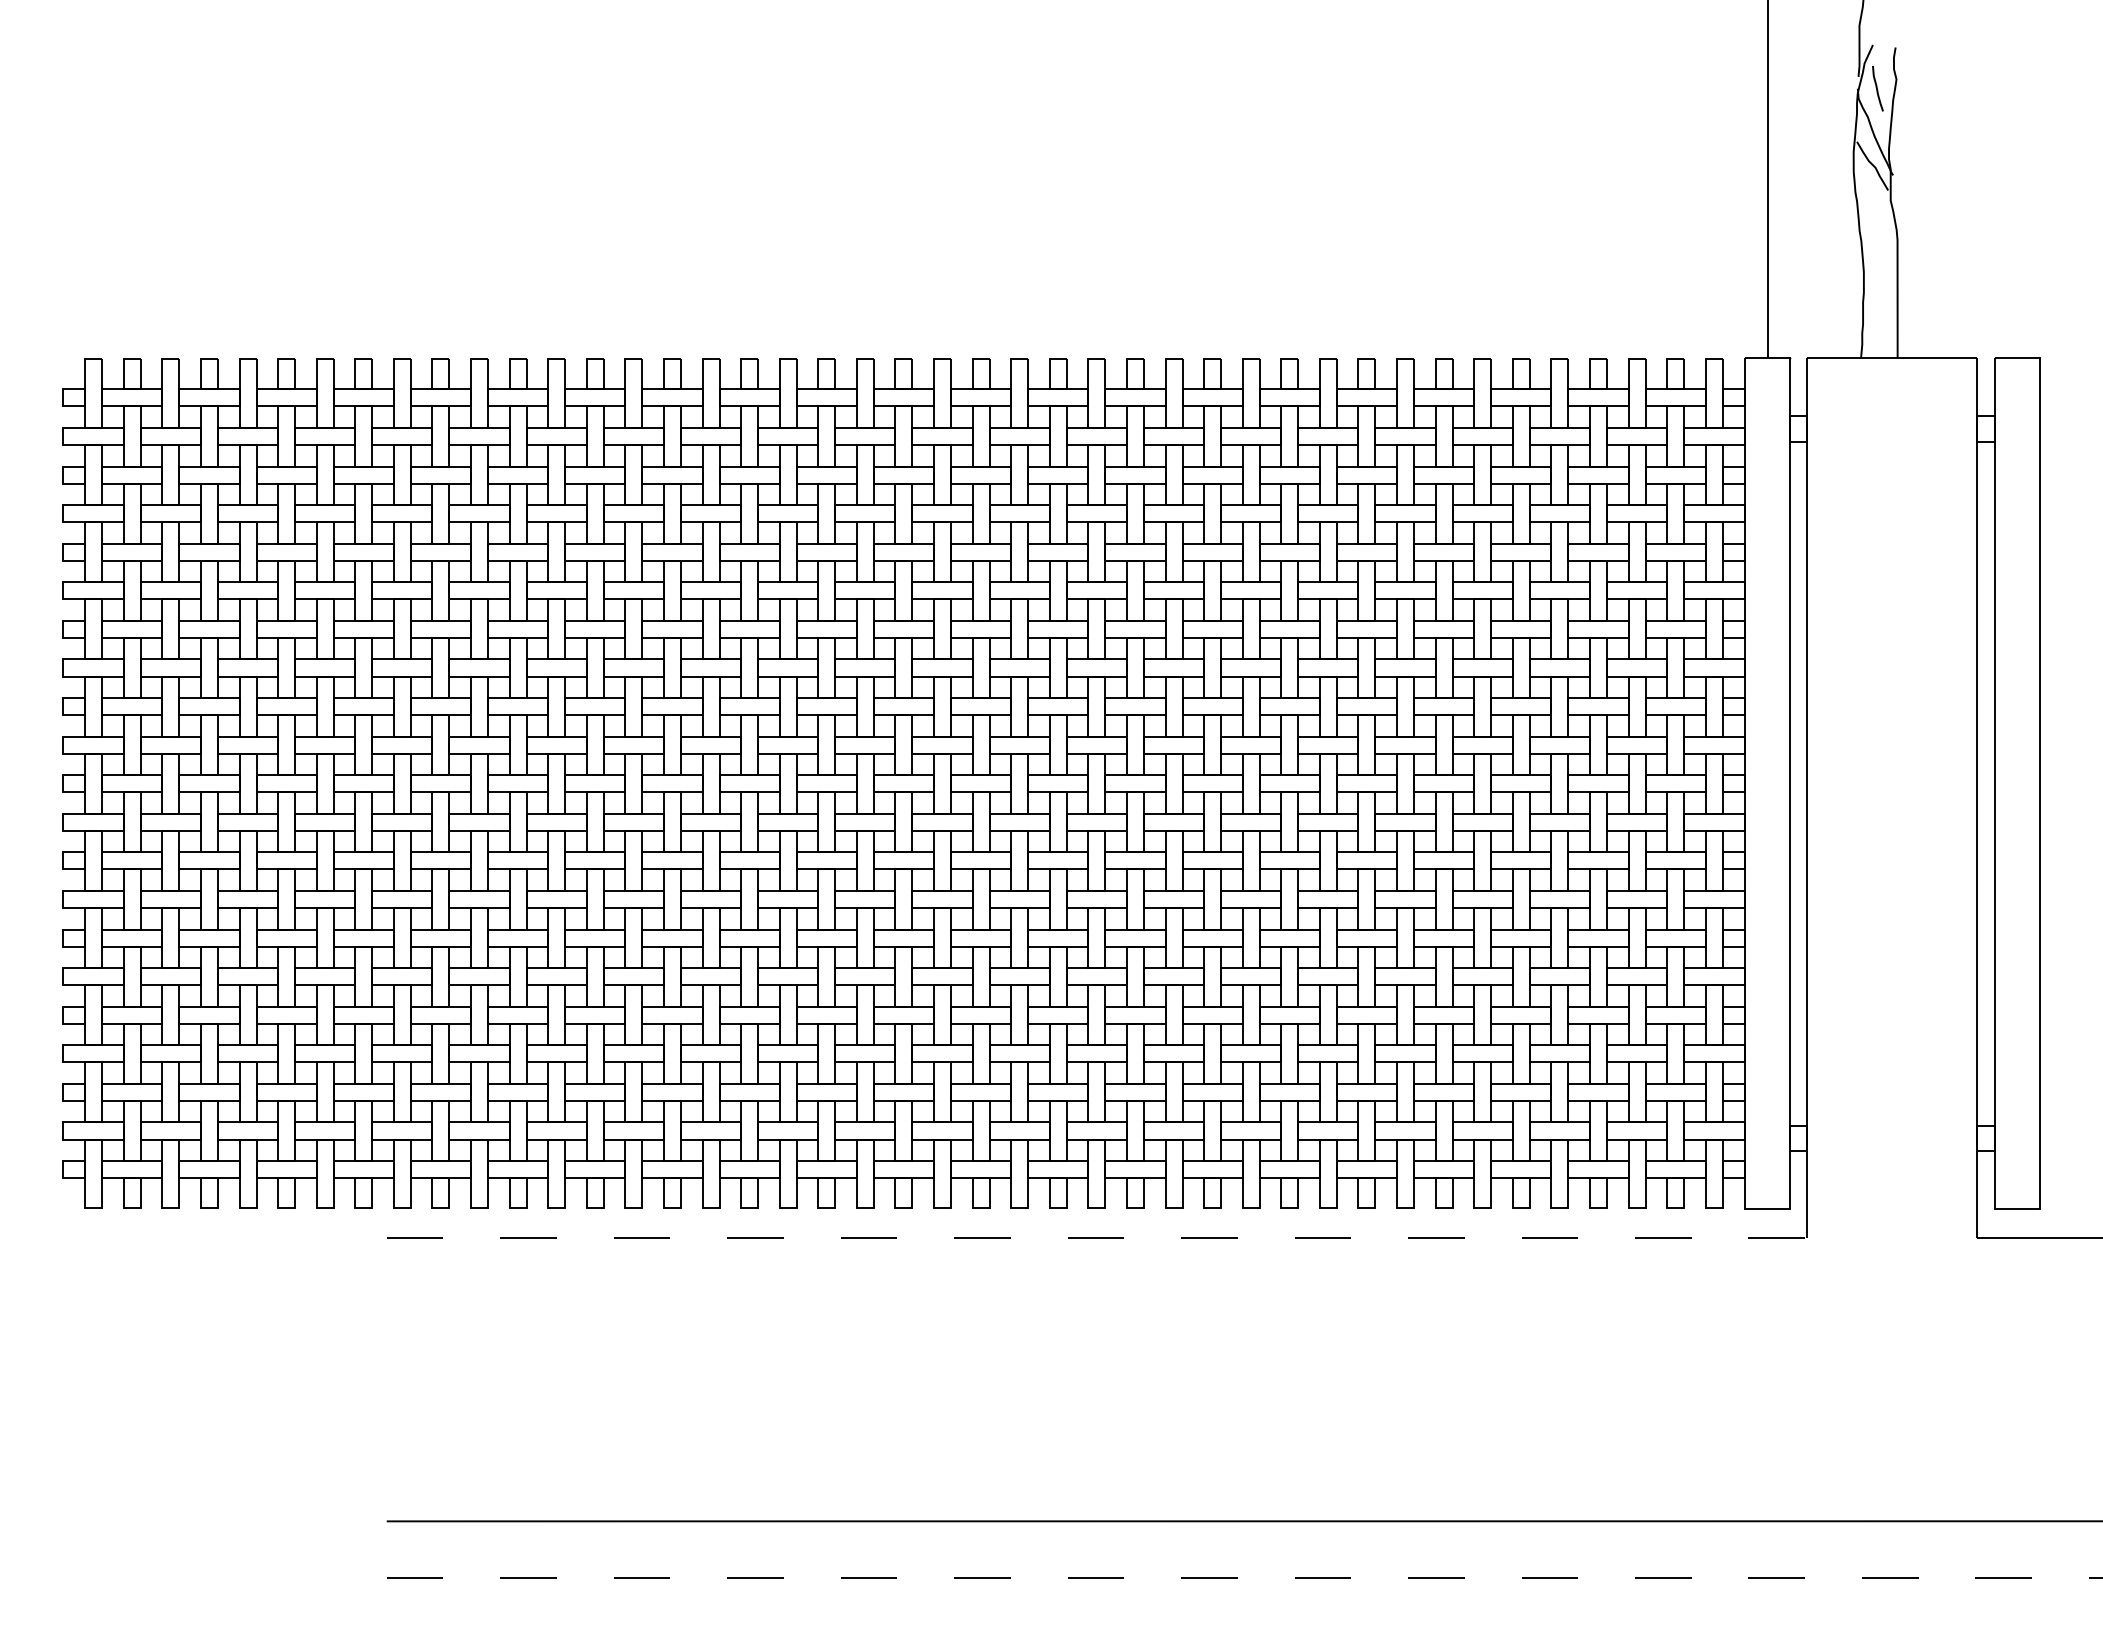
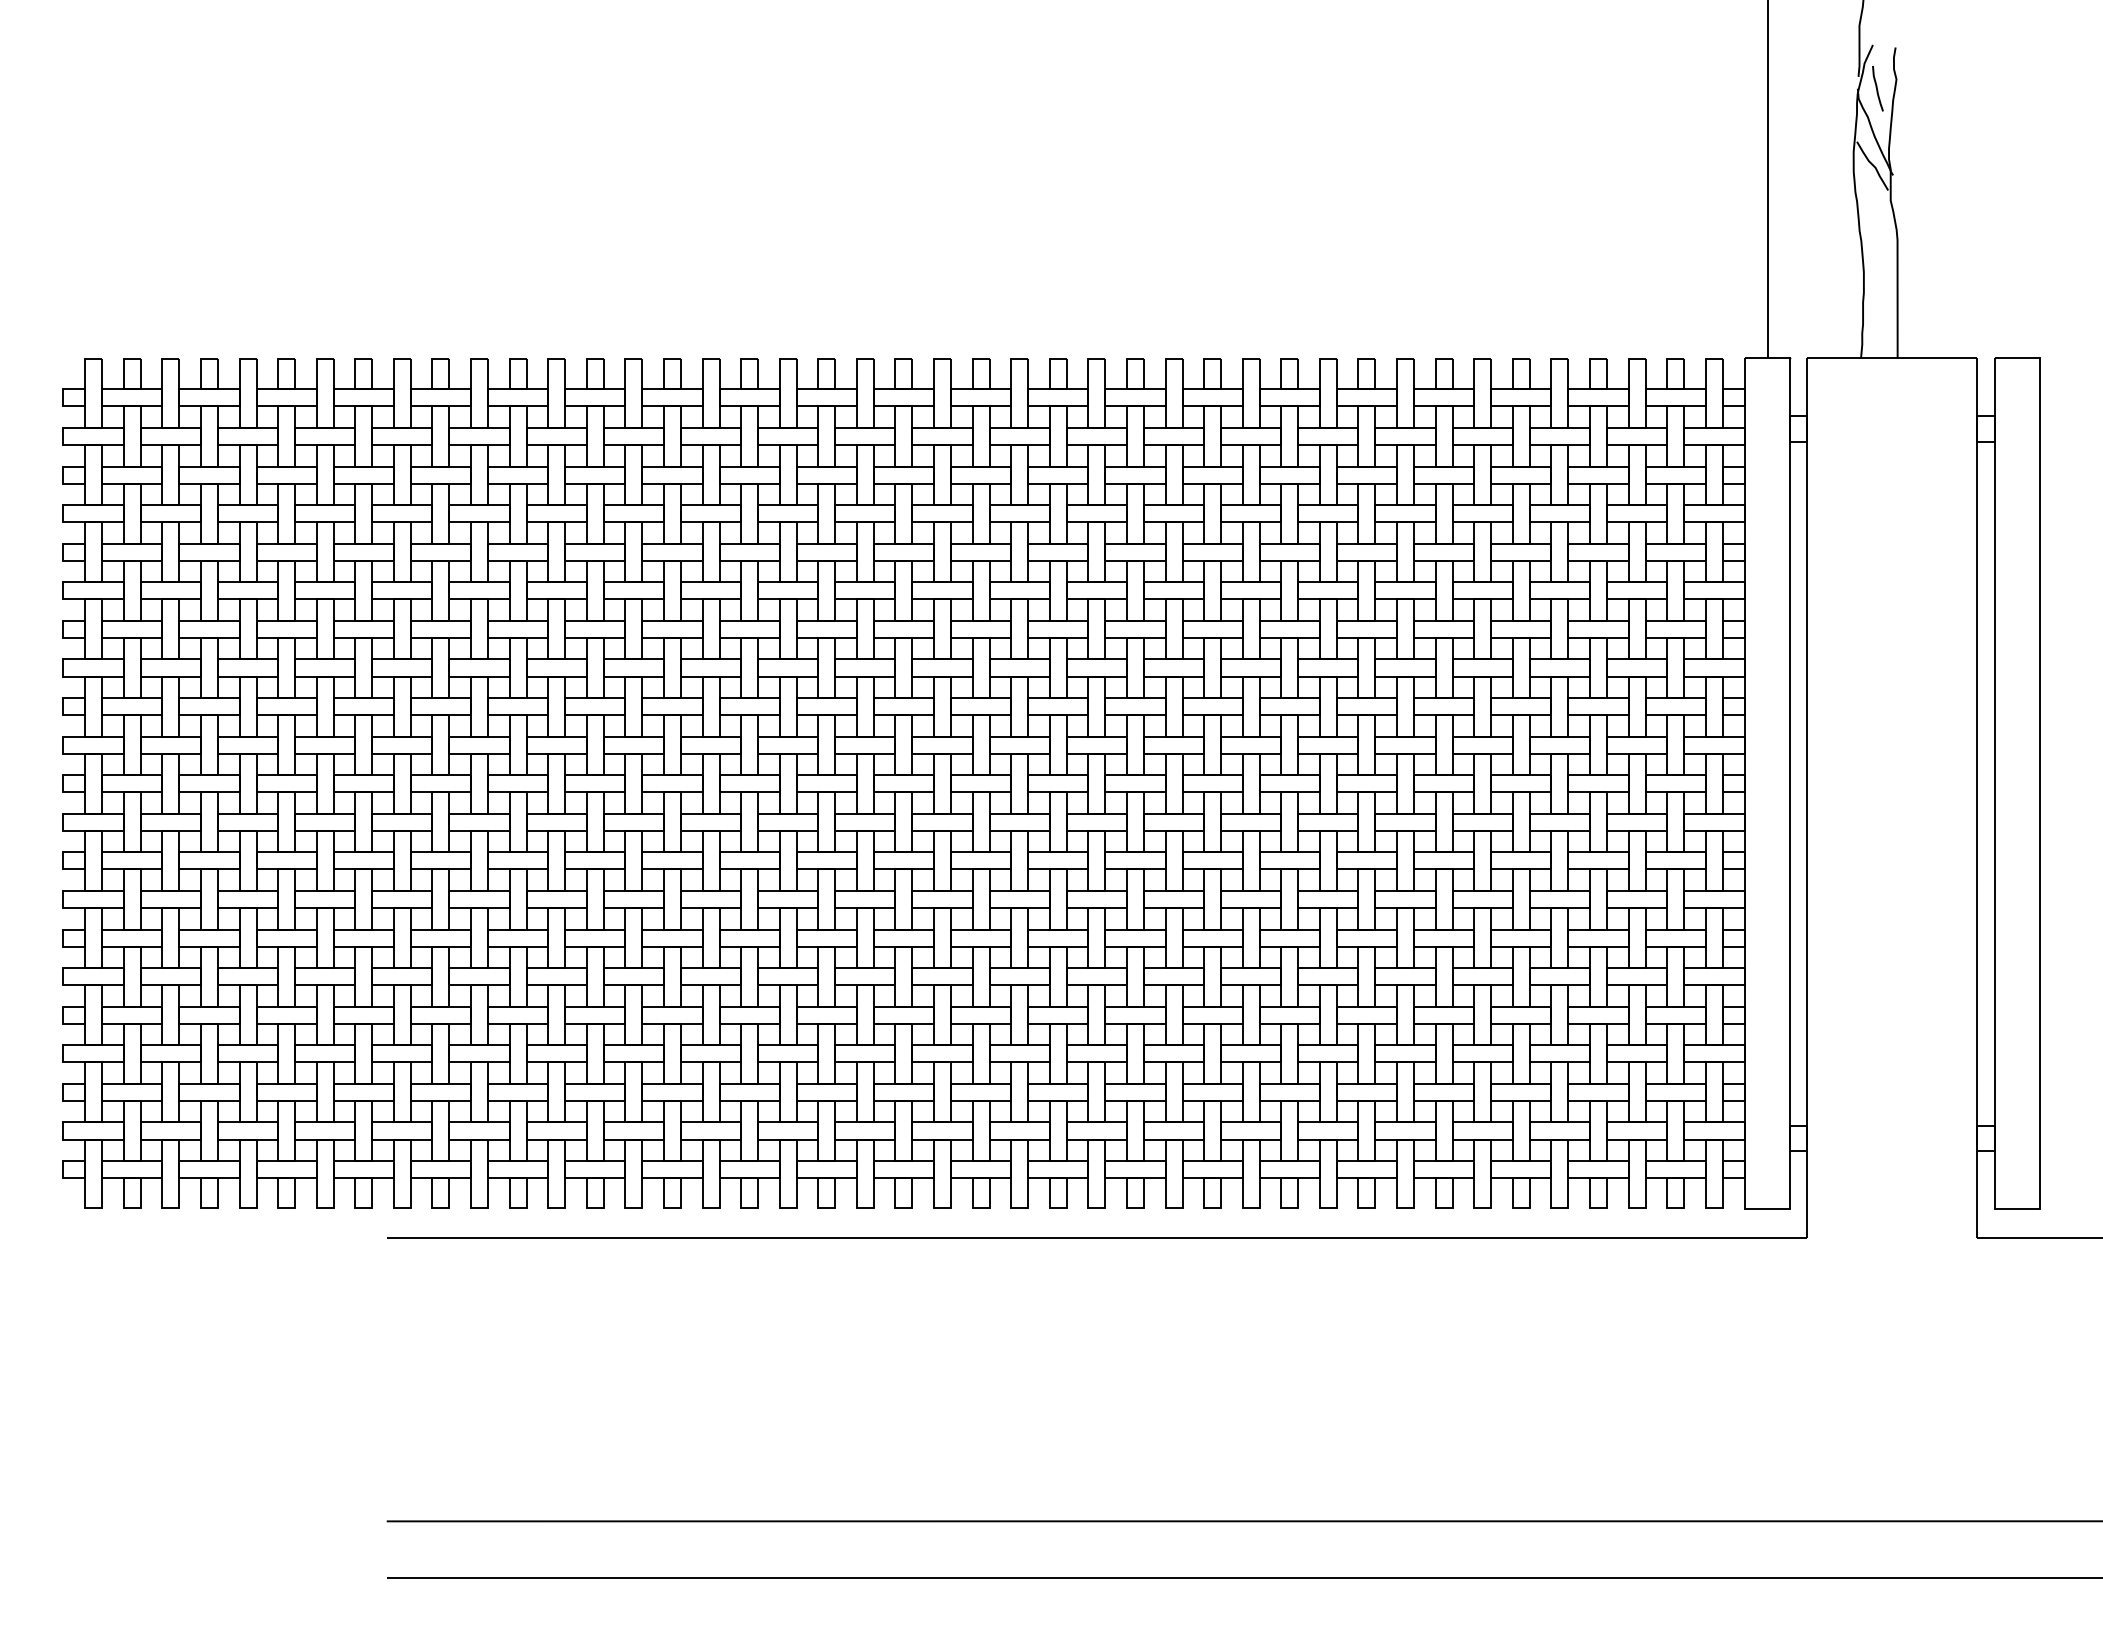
line at (1097, 1237): dashed -> solid
line at (1244, 1578): dashed -> solid
